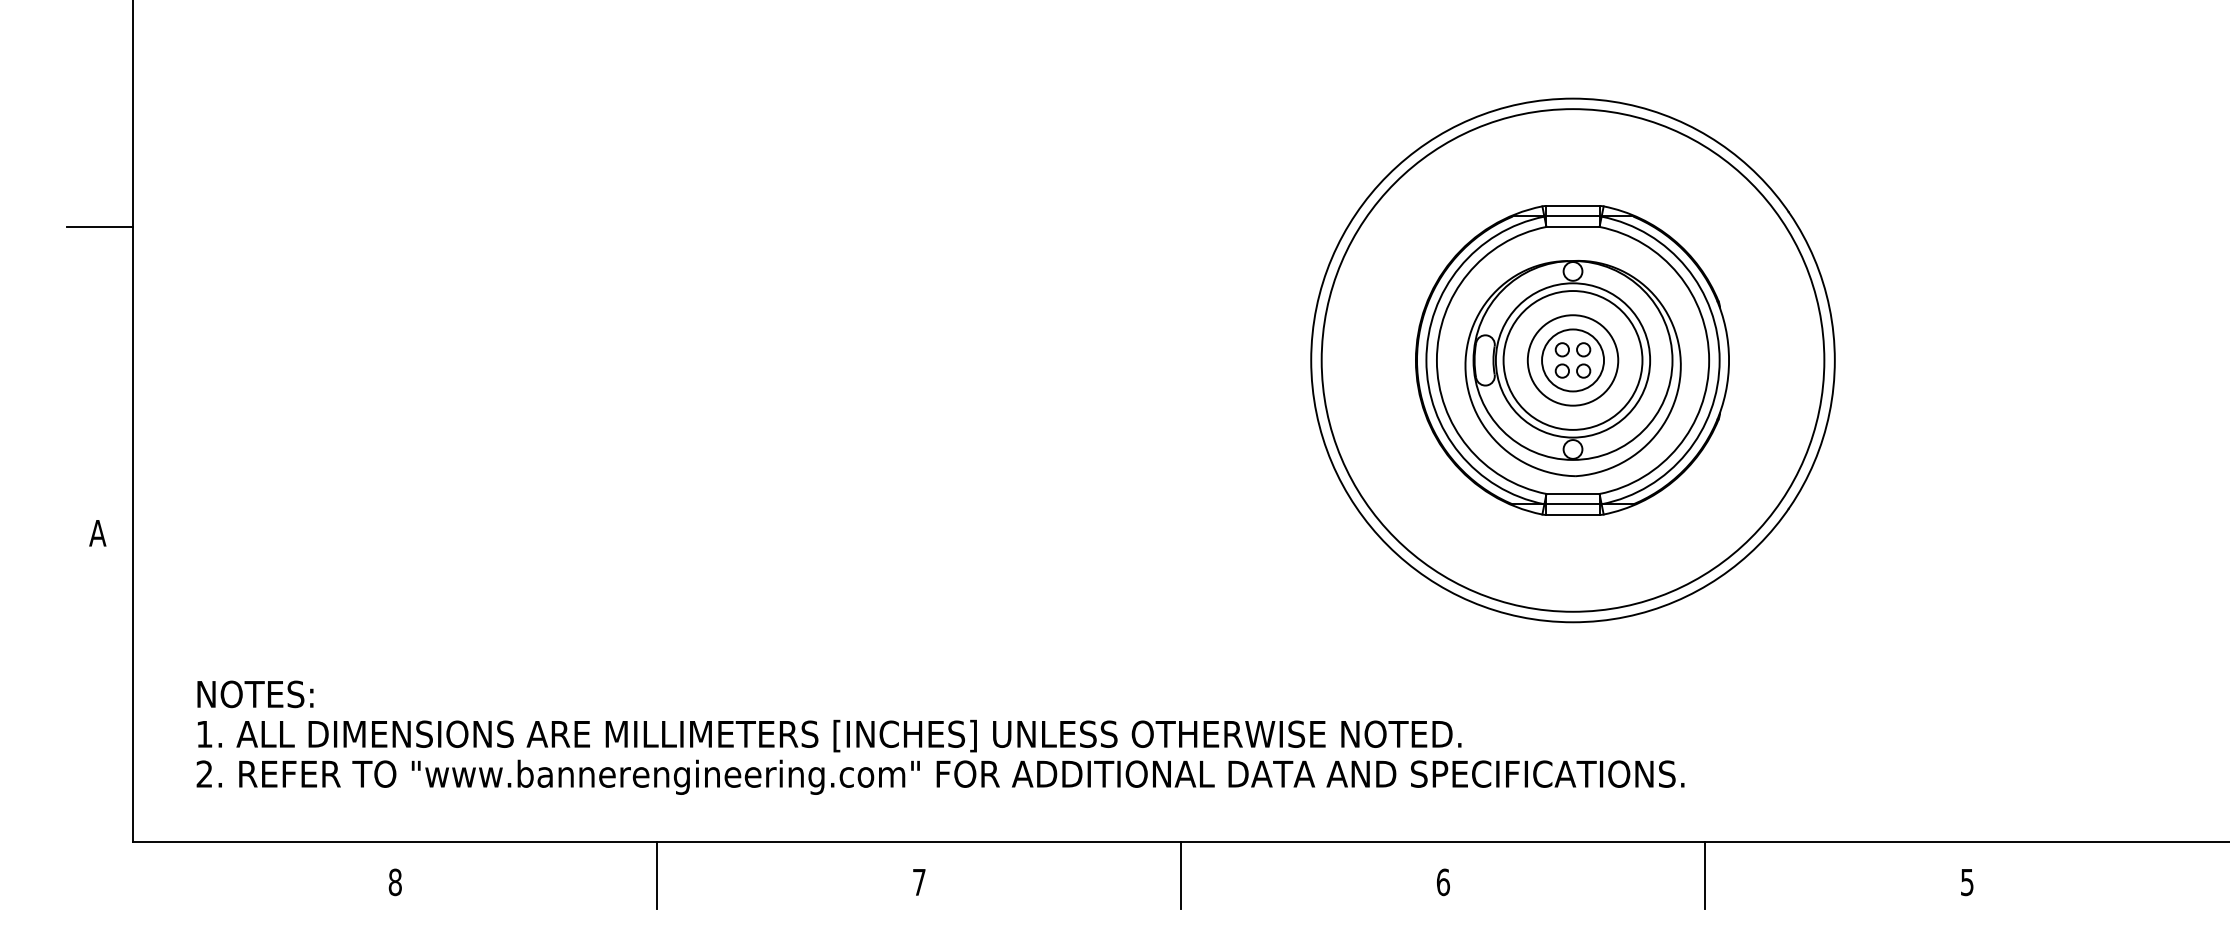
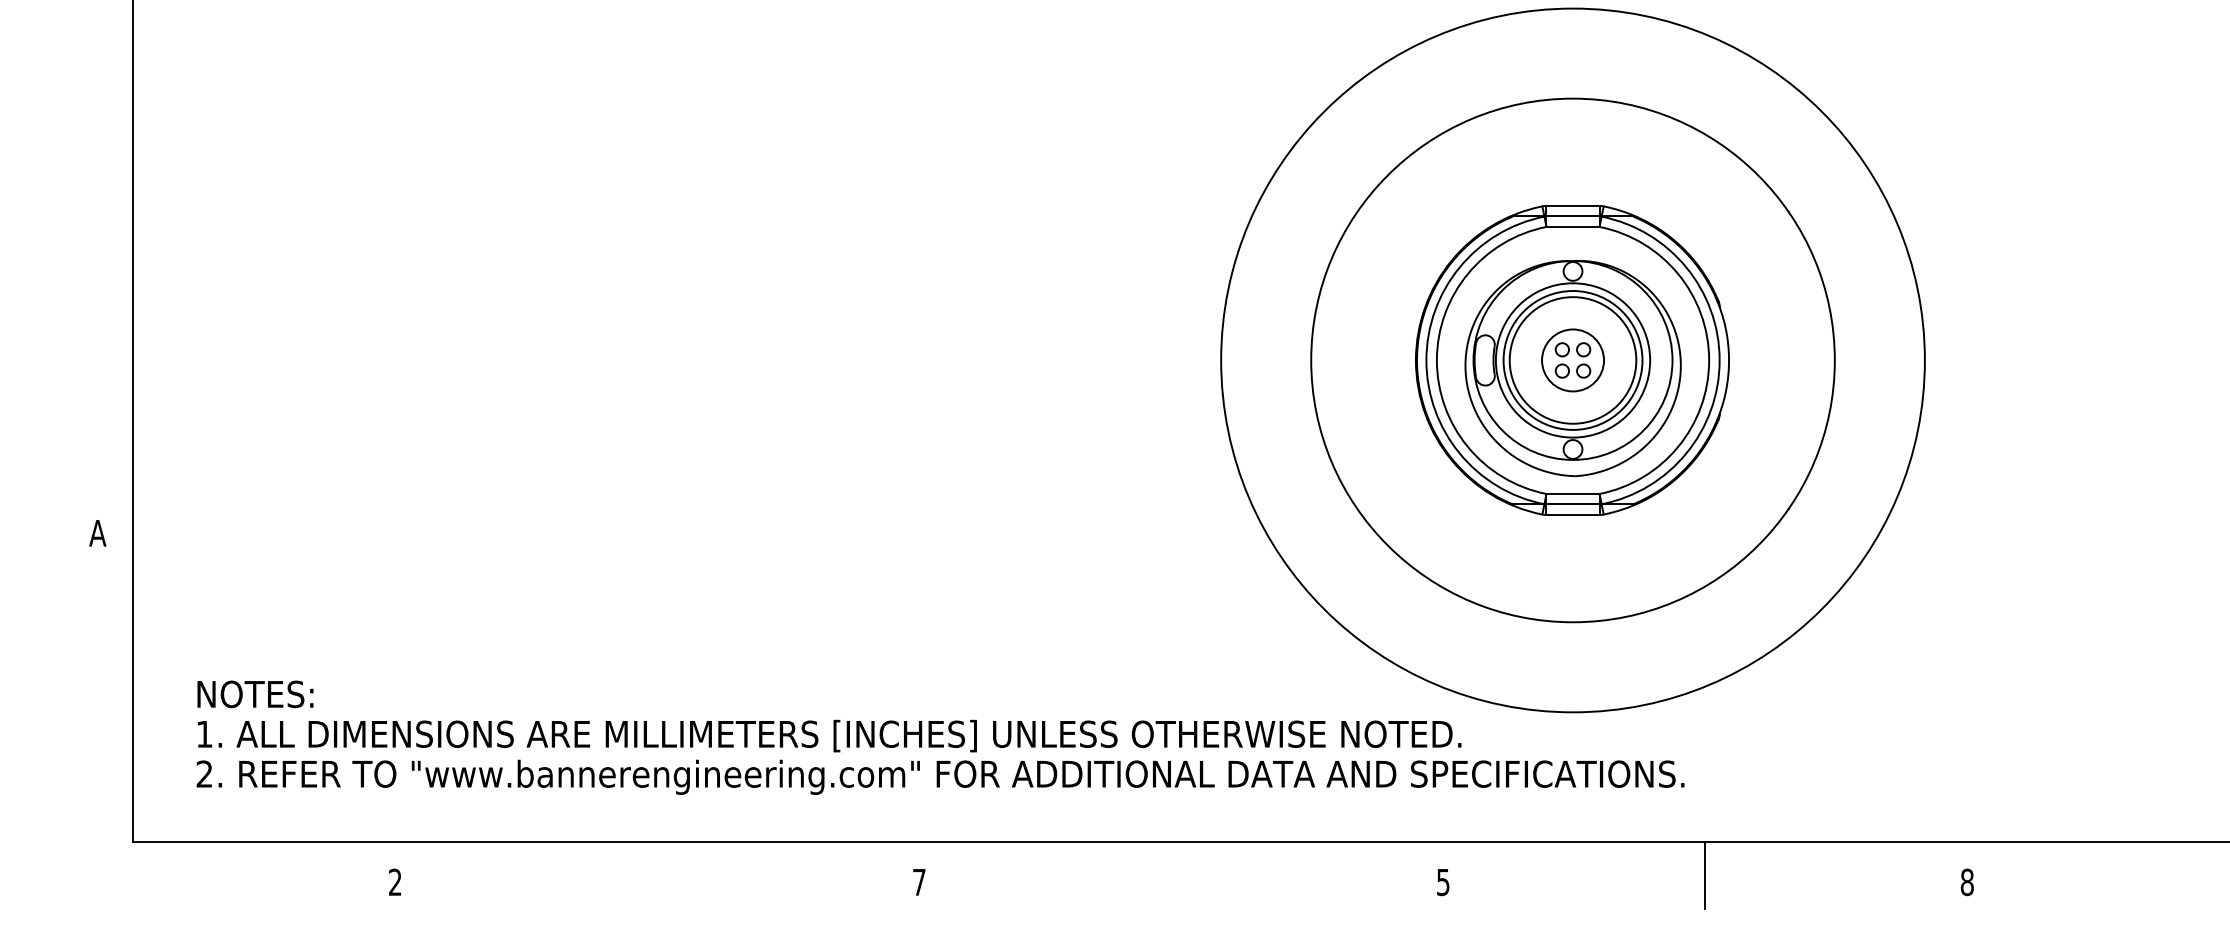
line at (99, 227): present -> none
circle at (1572, 360) diameter: 503 px -> 704 px
circle at (1572, 360) diameter: 90 px -> 127 px
line at (657, 875): present -> none
line at (1181, 875): present -> none
text at (394, 882): 8 -> 2
text at (1442, 882): 6 -> 5
text at (1966, 882): 5 -> 8
